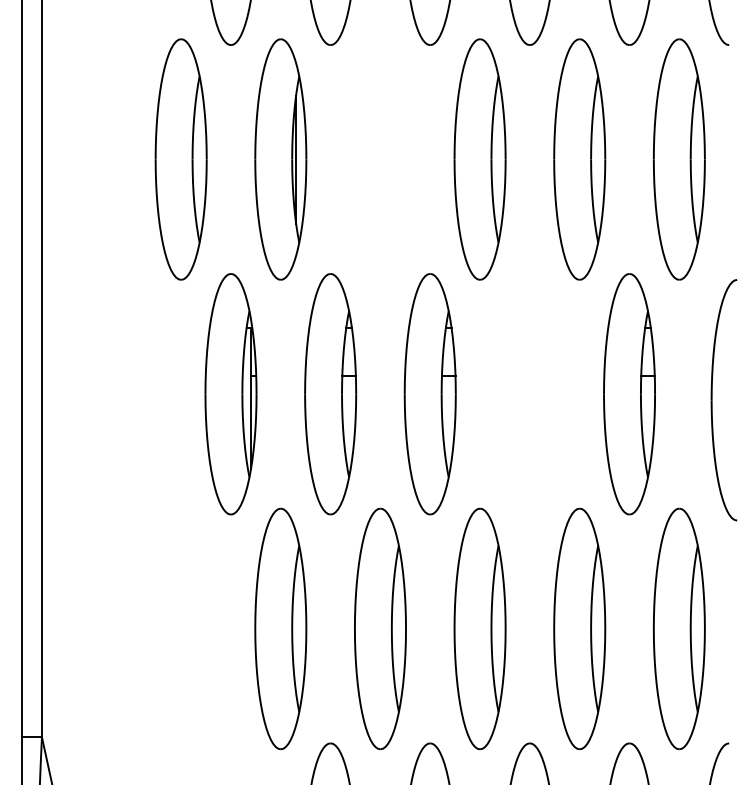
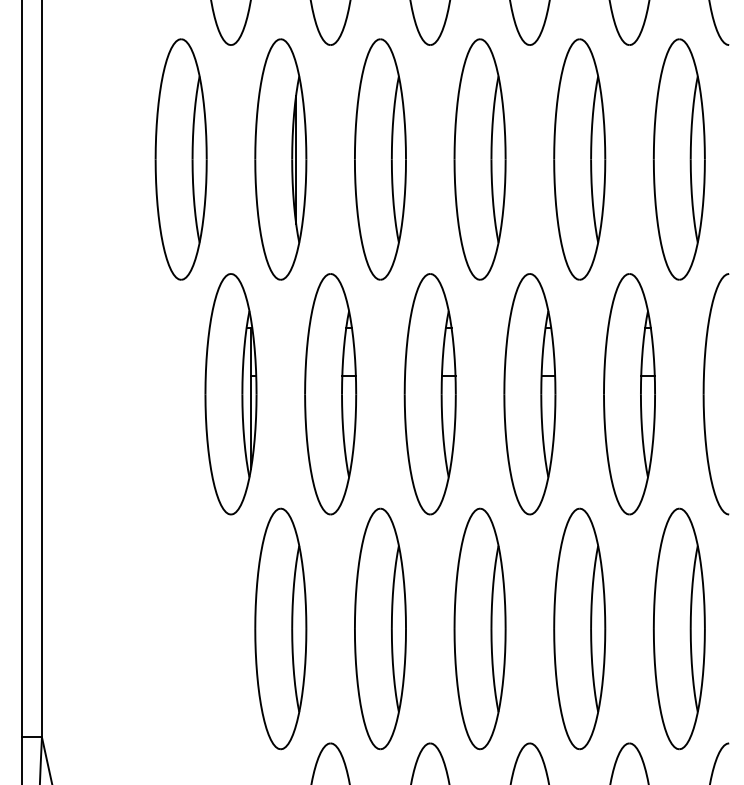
part at (380, 159): none -> present
part at (529, 394): none -> present
part at (712, 400) position: (712, 400) -> (704, 394)
